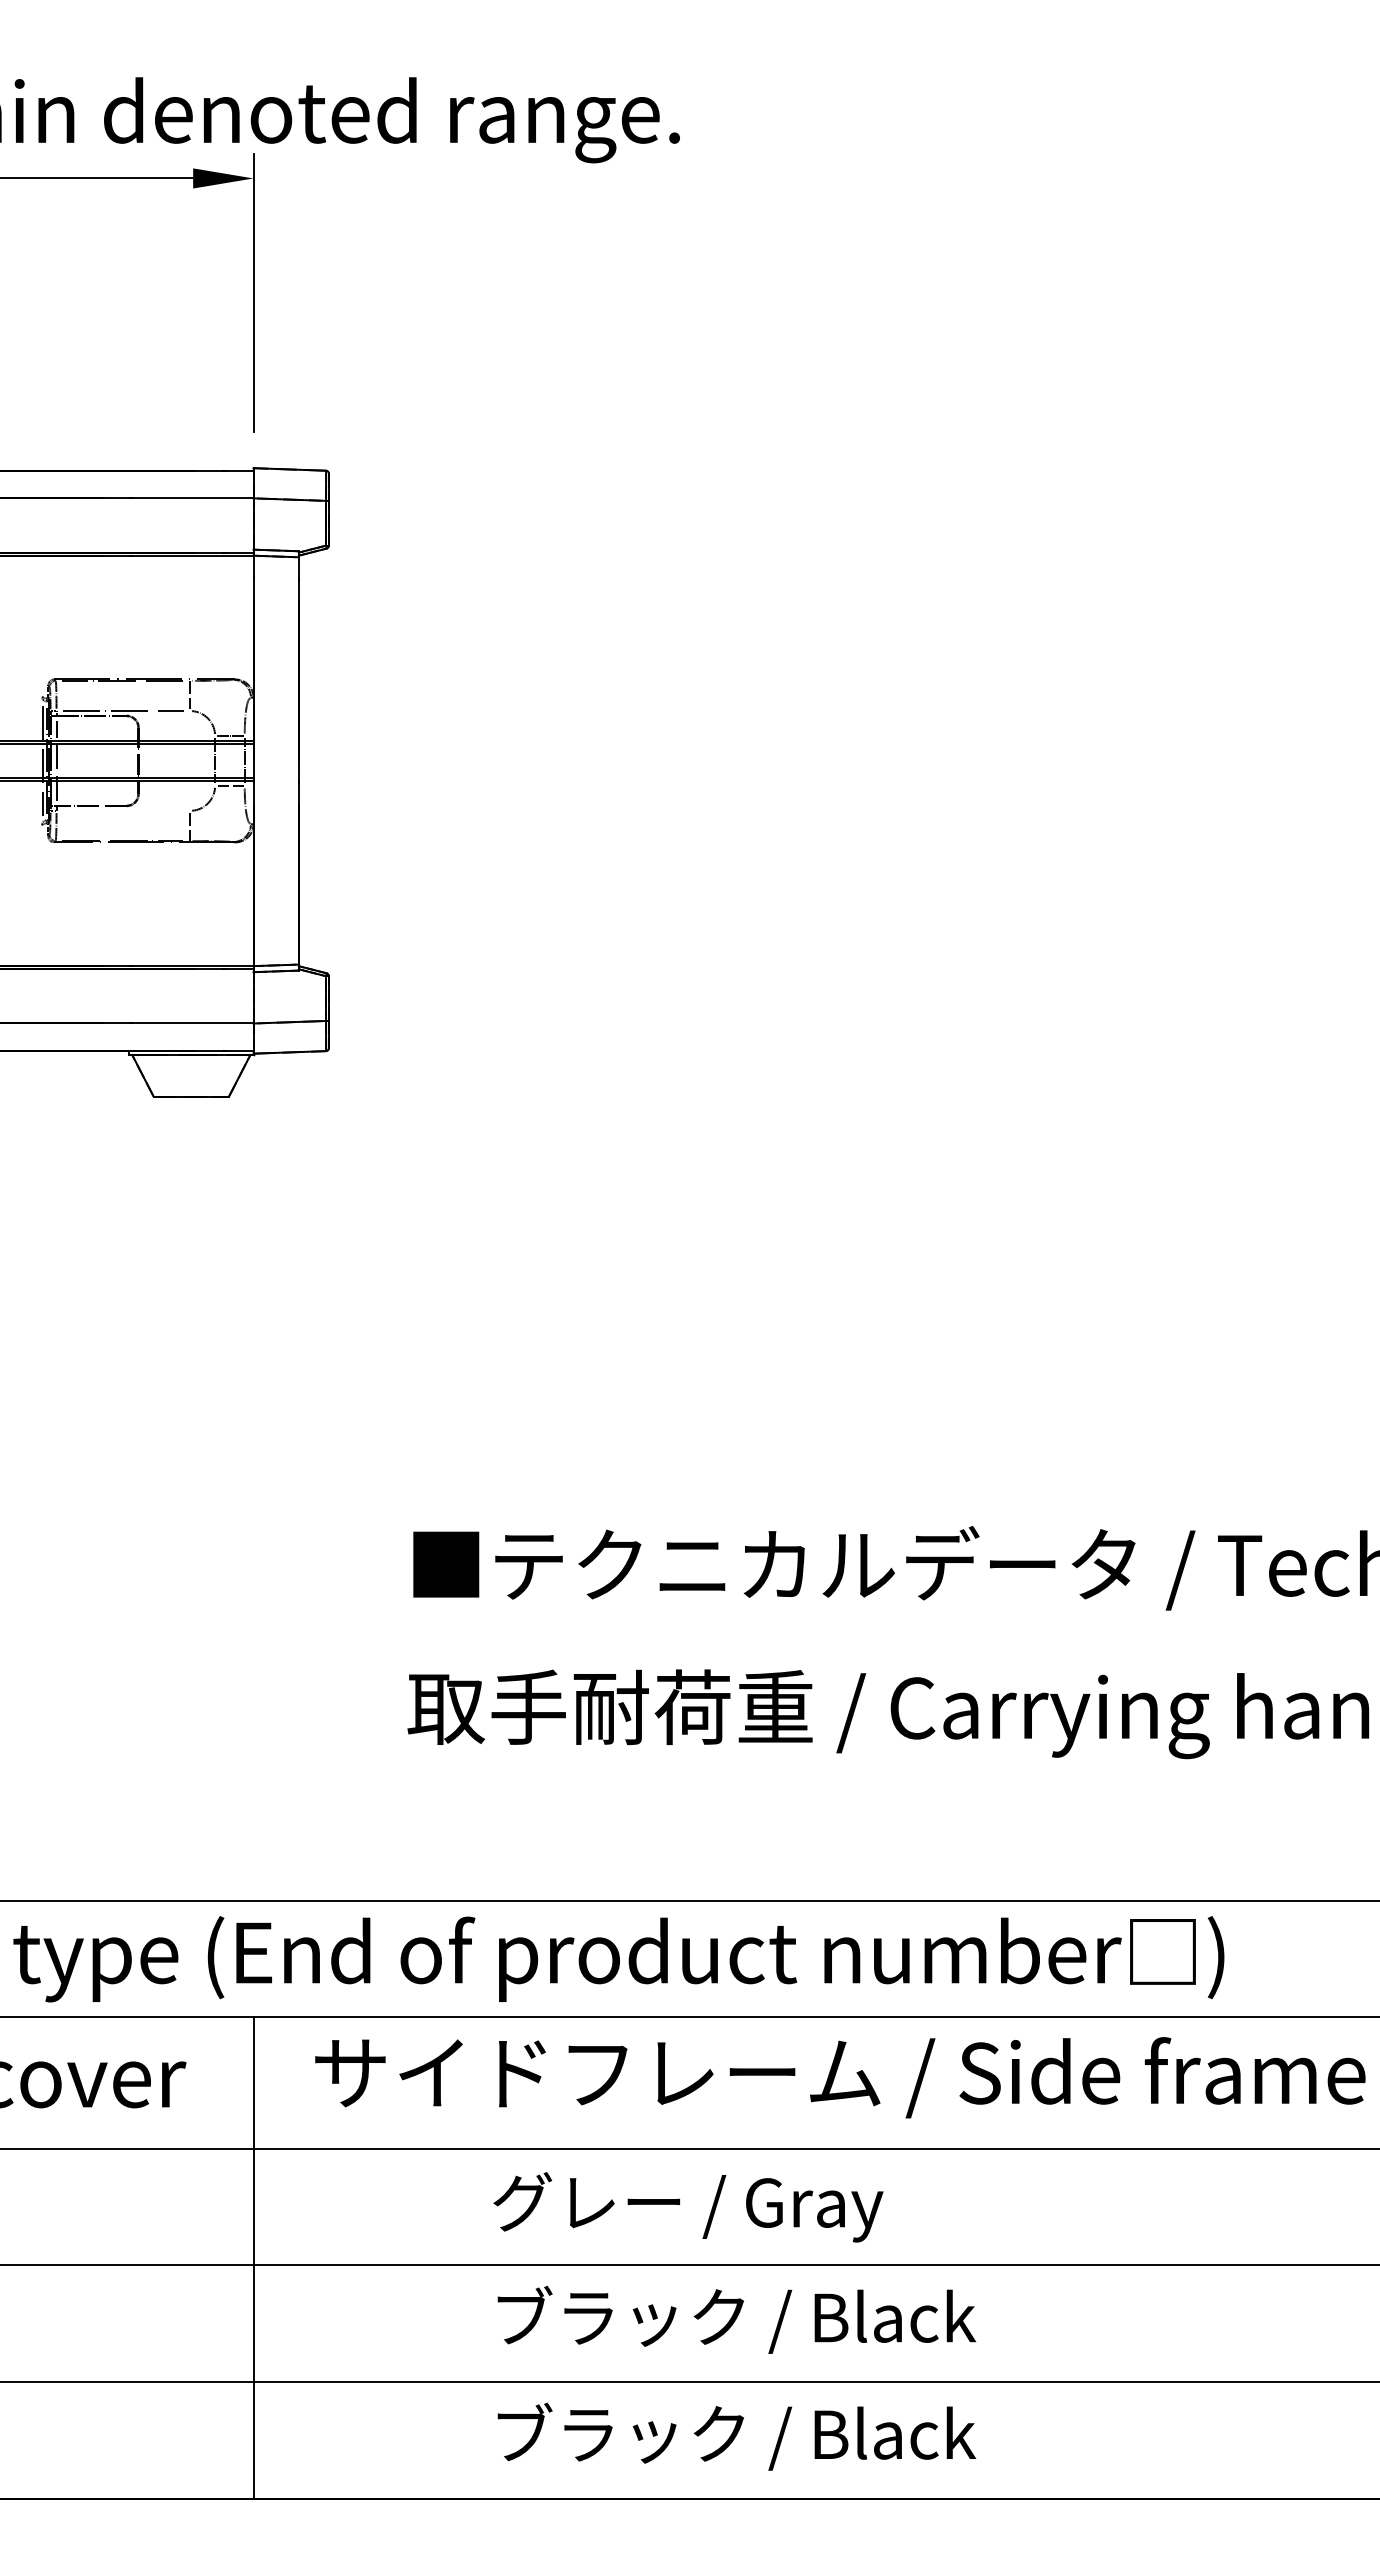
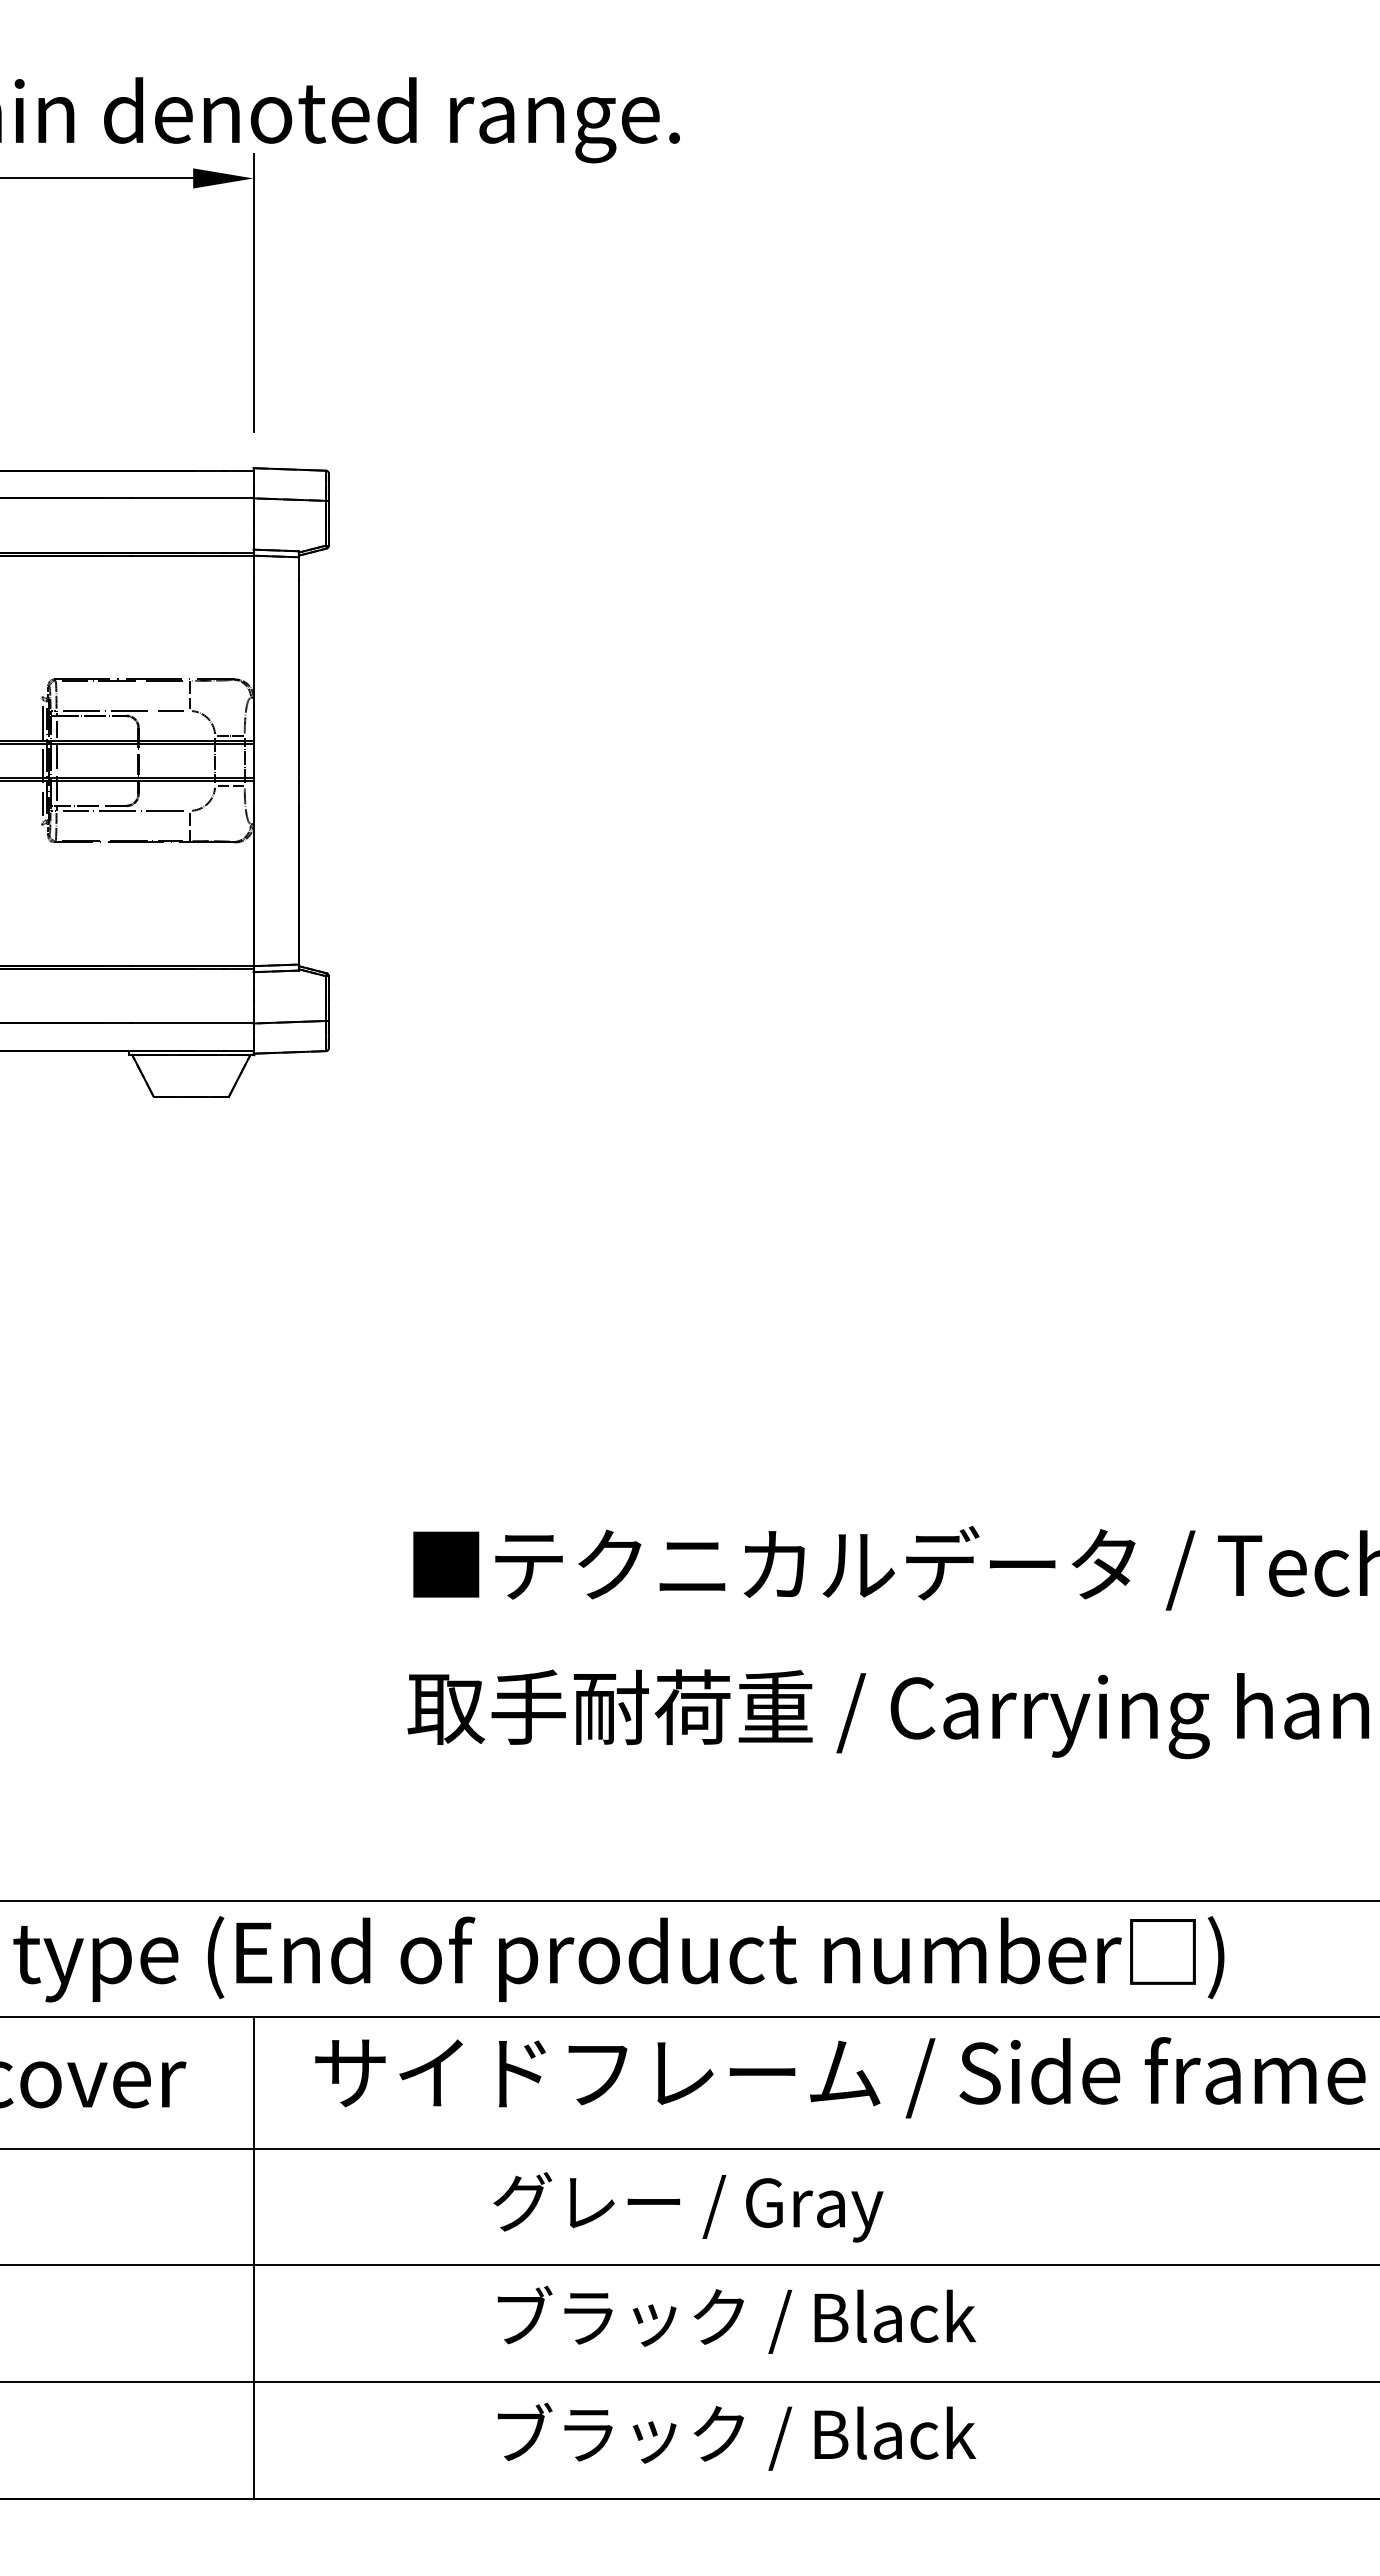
line at (123, 810): none -> present
